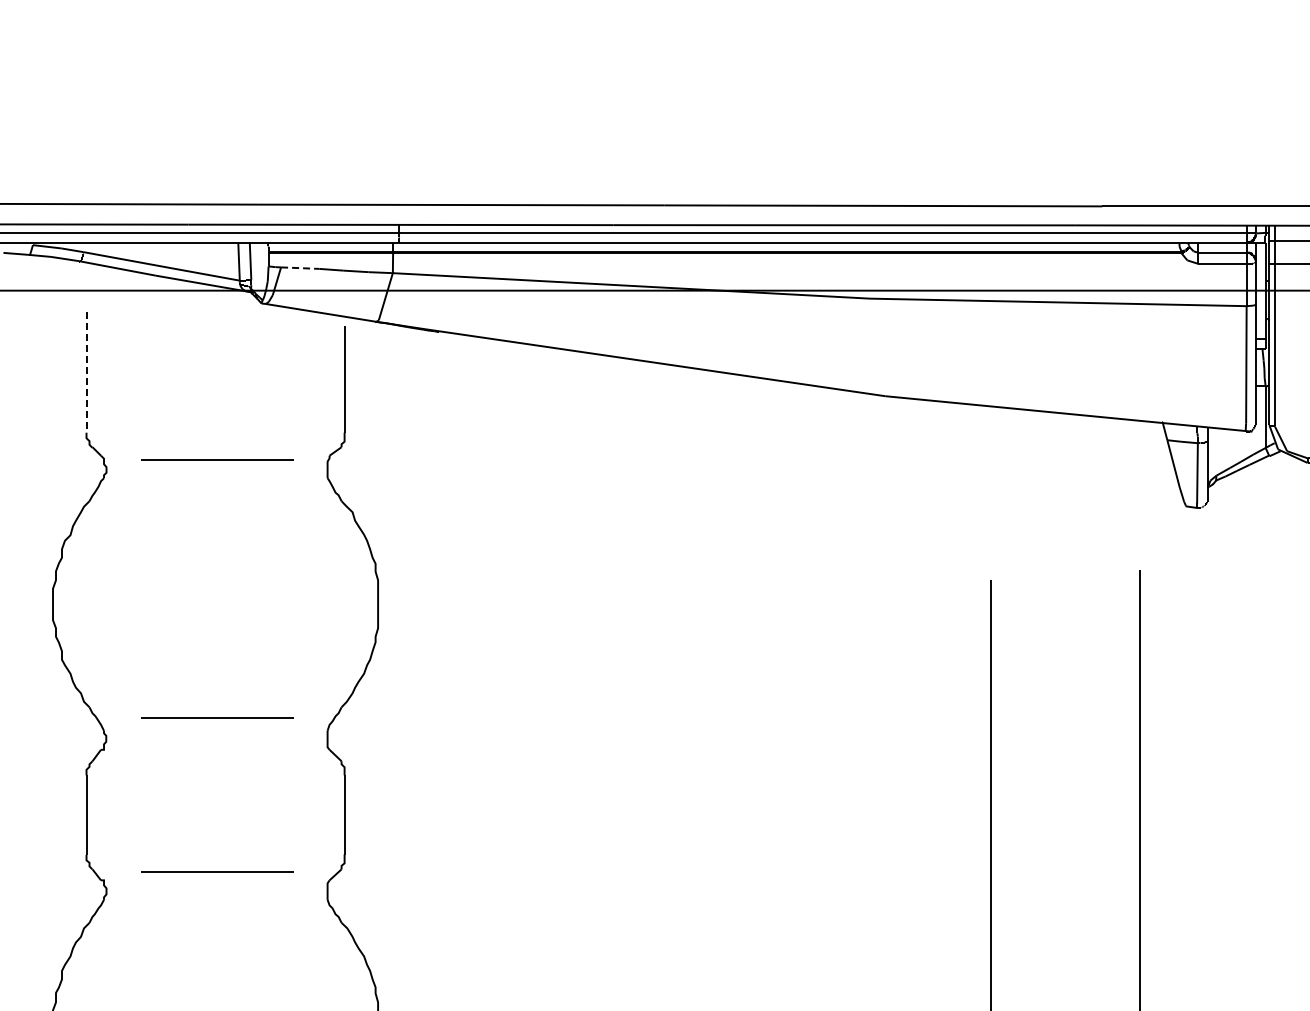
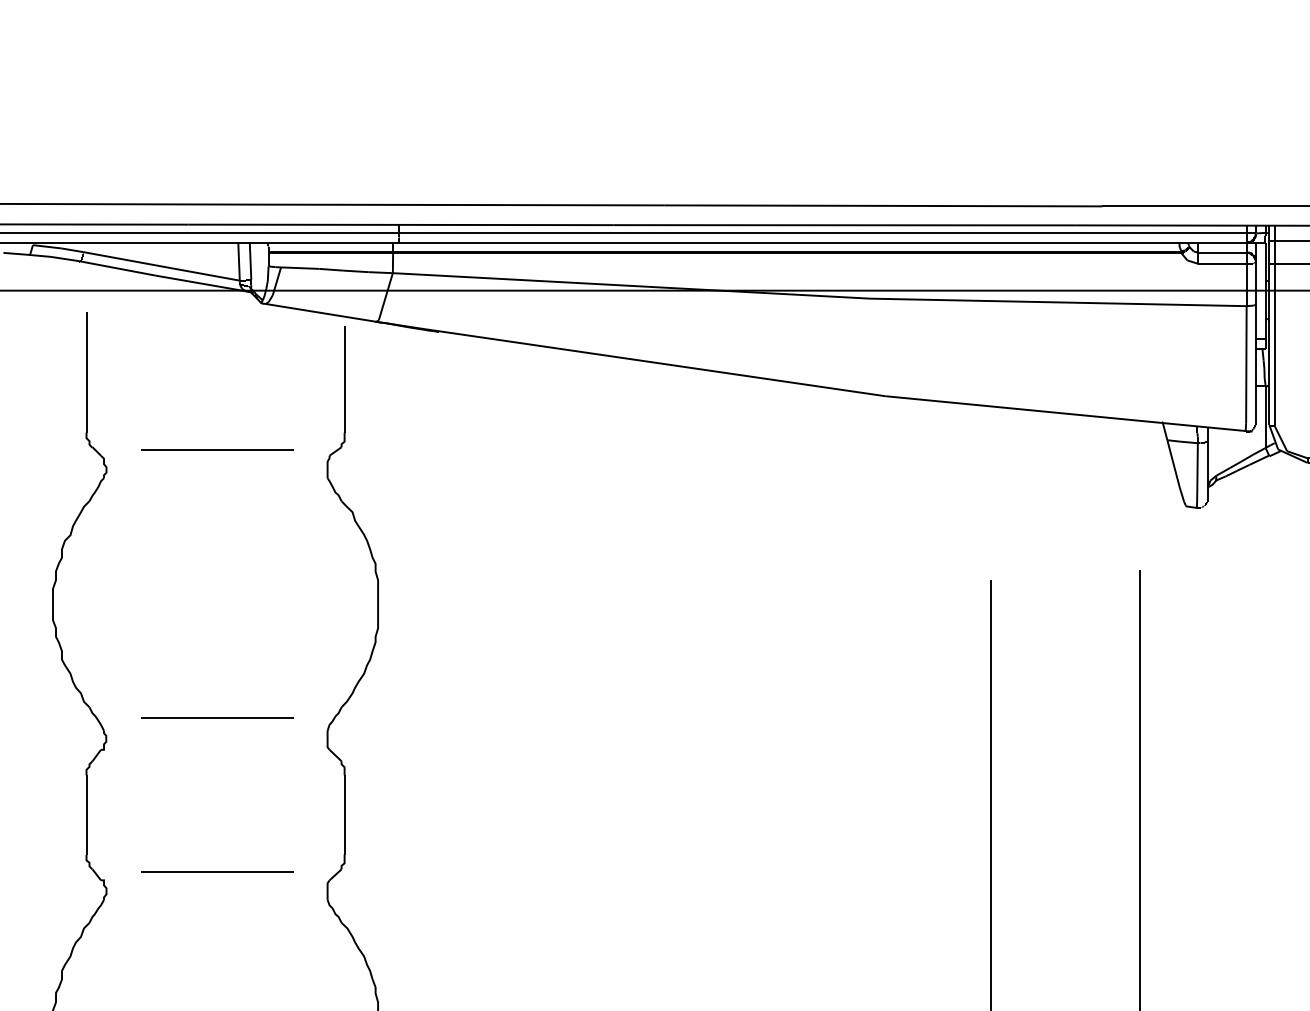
line at (300, 268): dashed -> solid
line at (86, 372): dashed -> solid
line at (217, 459) position: (217, 459) -> (217, 449)
